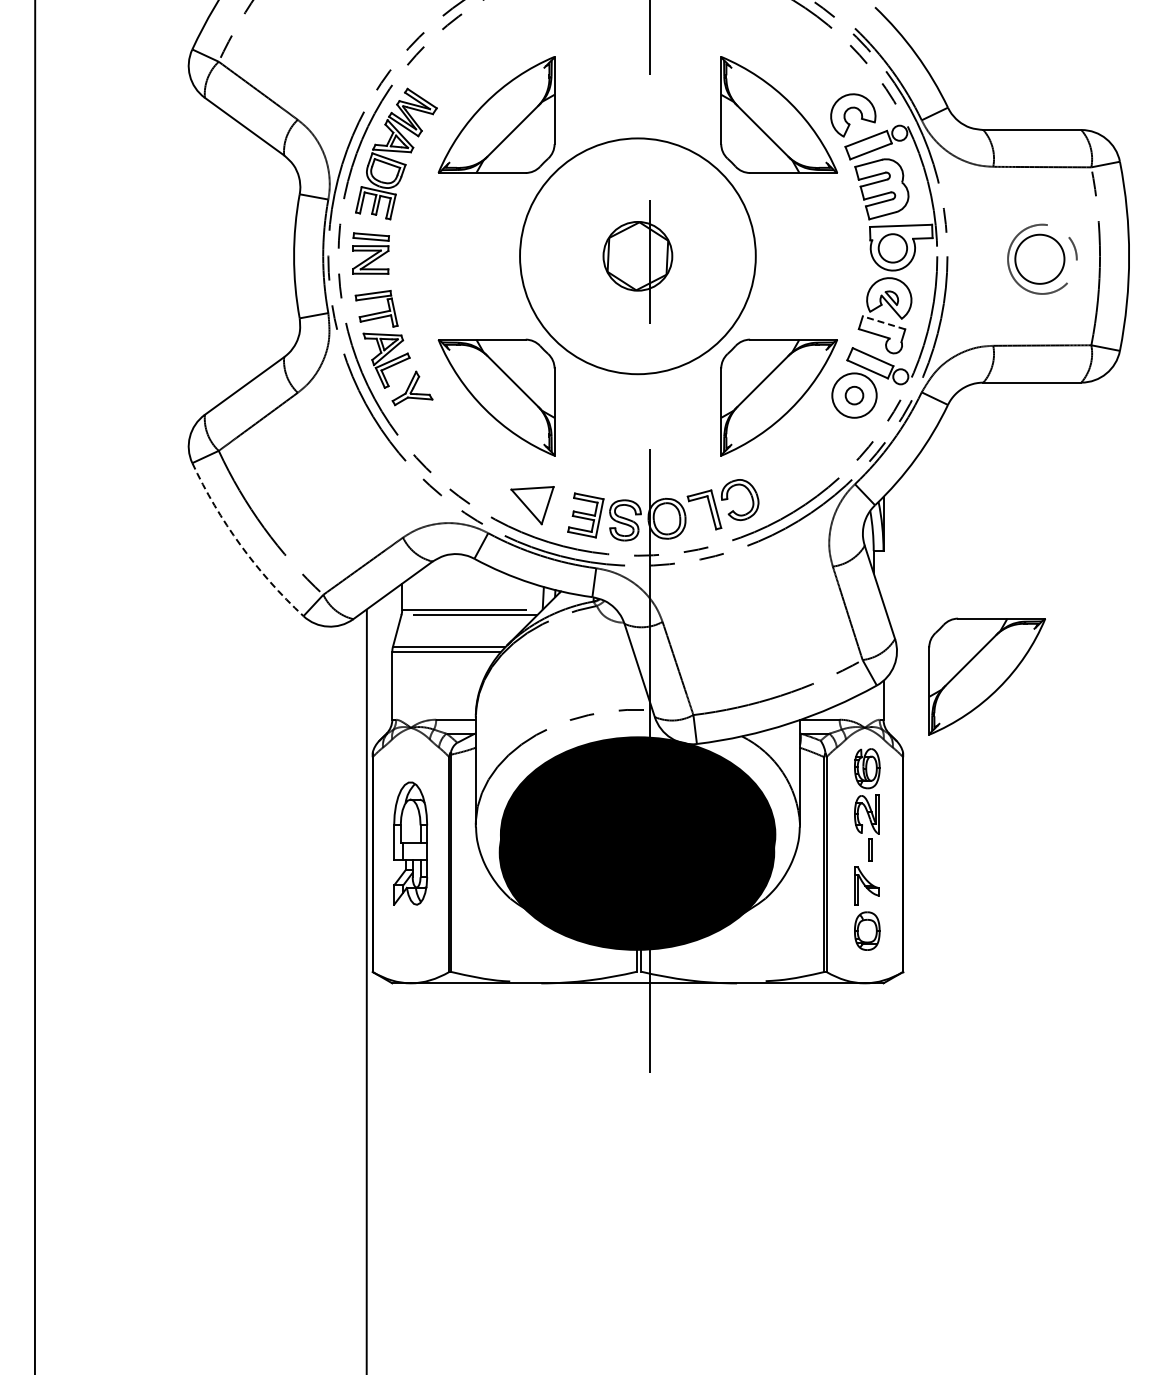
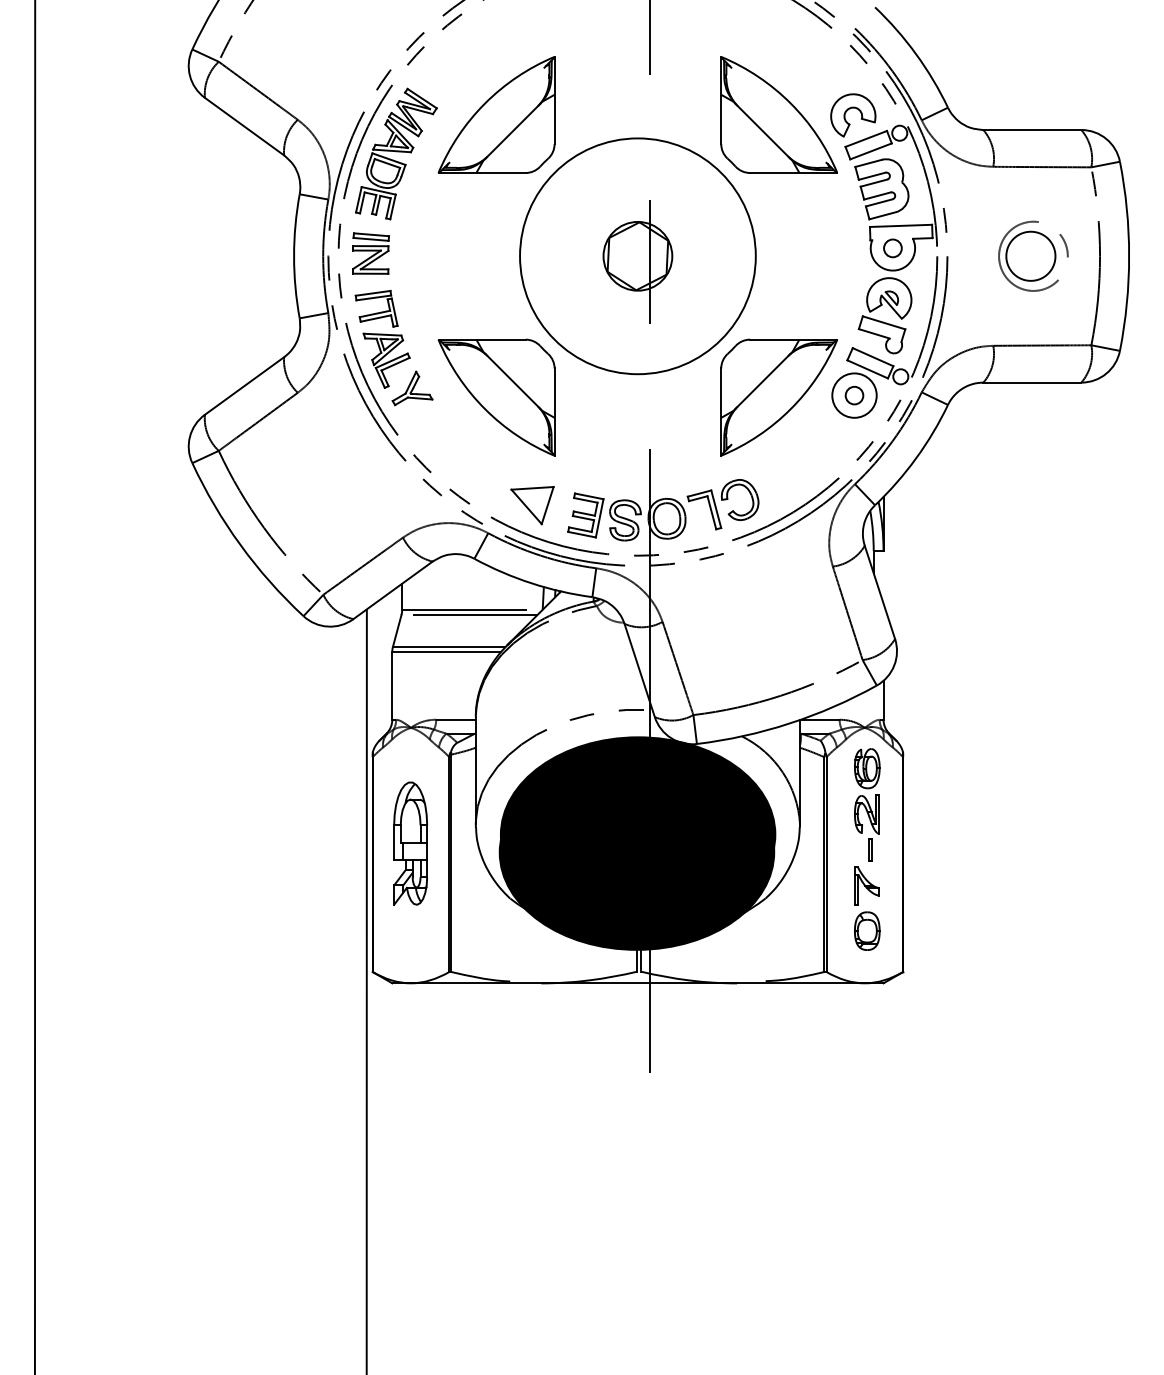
circle at (892, 248) diameter: 28 px -> 18 px
part at (1042, 258) position: (1042, 258) -> (1033, 255)
line at (883, 322): dashed -> solid
arc at (240, 545): dashed -> solid
part at (986, 676): present -> none
